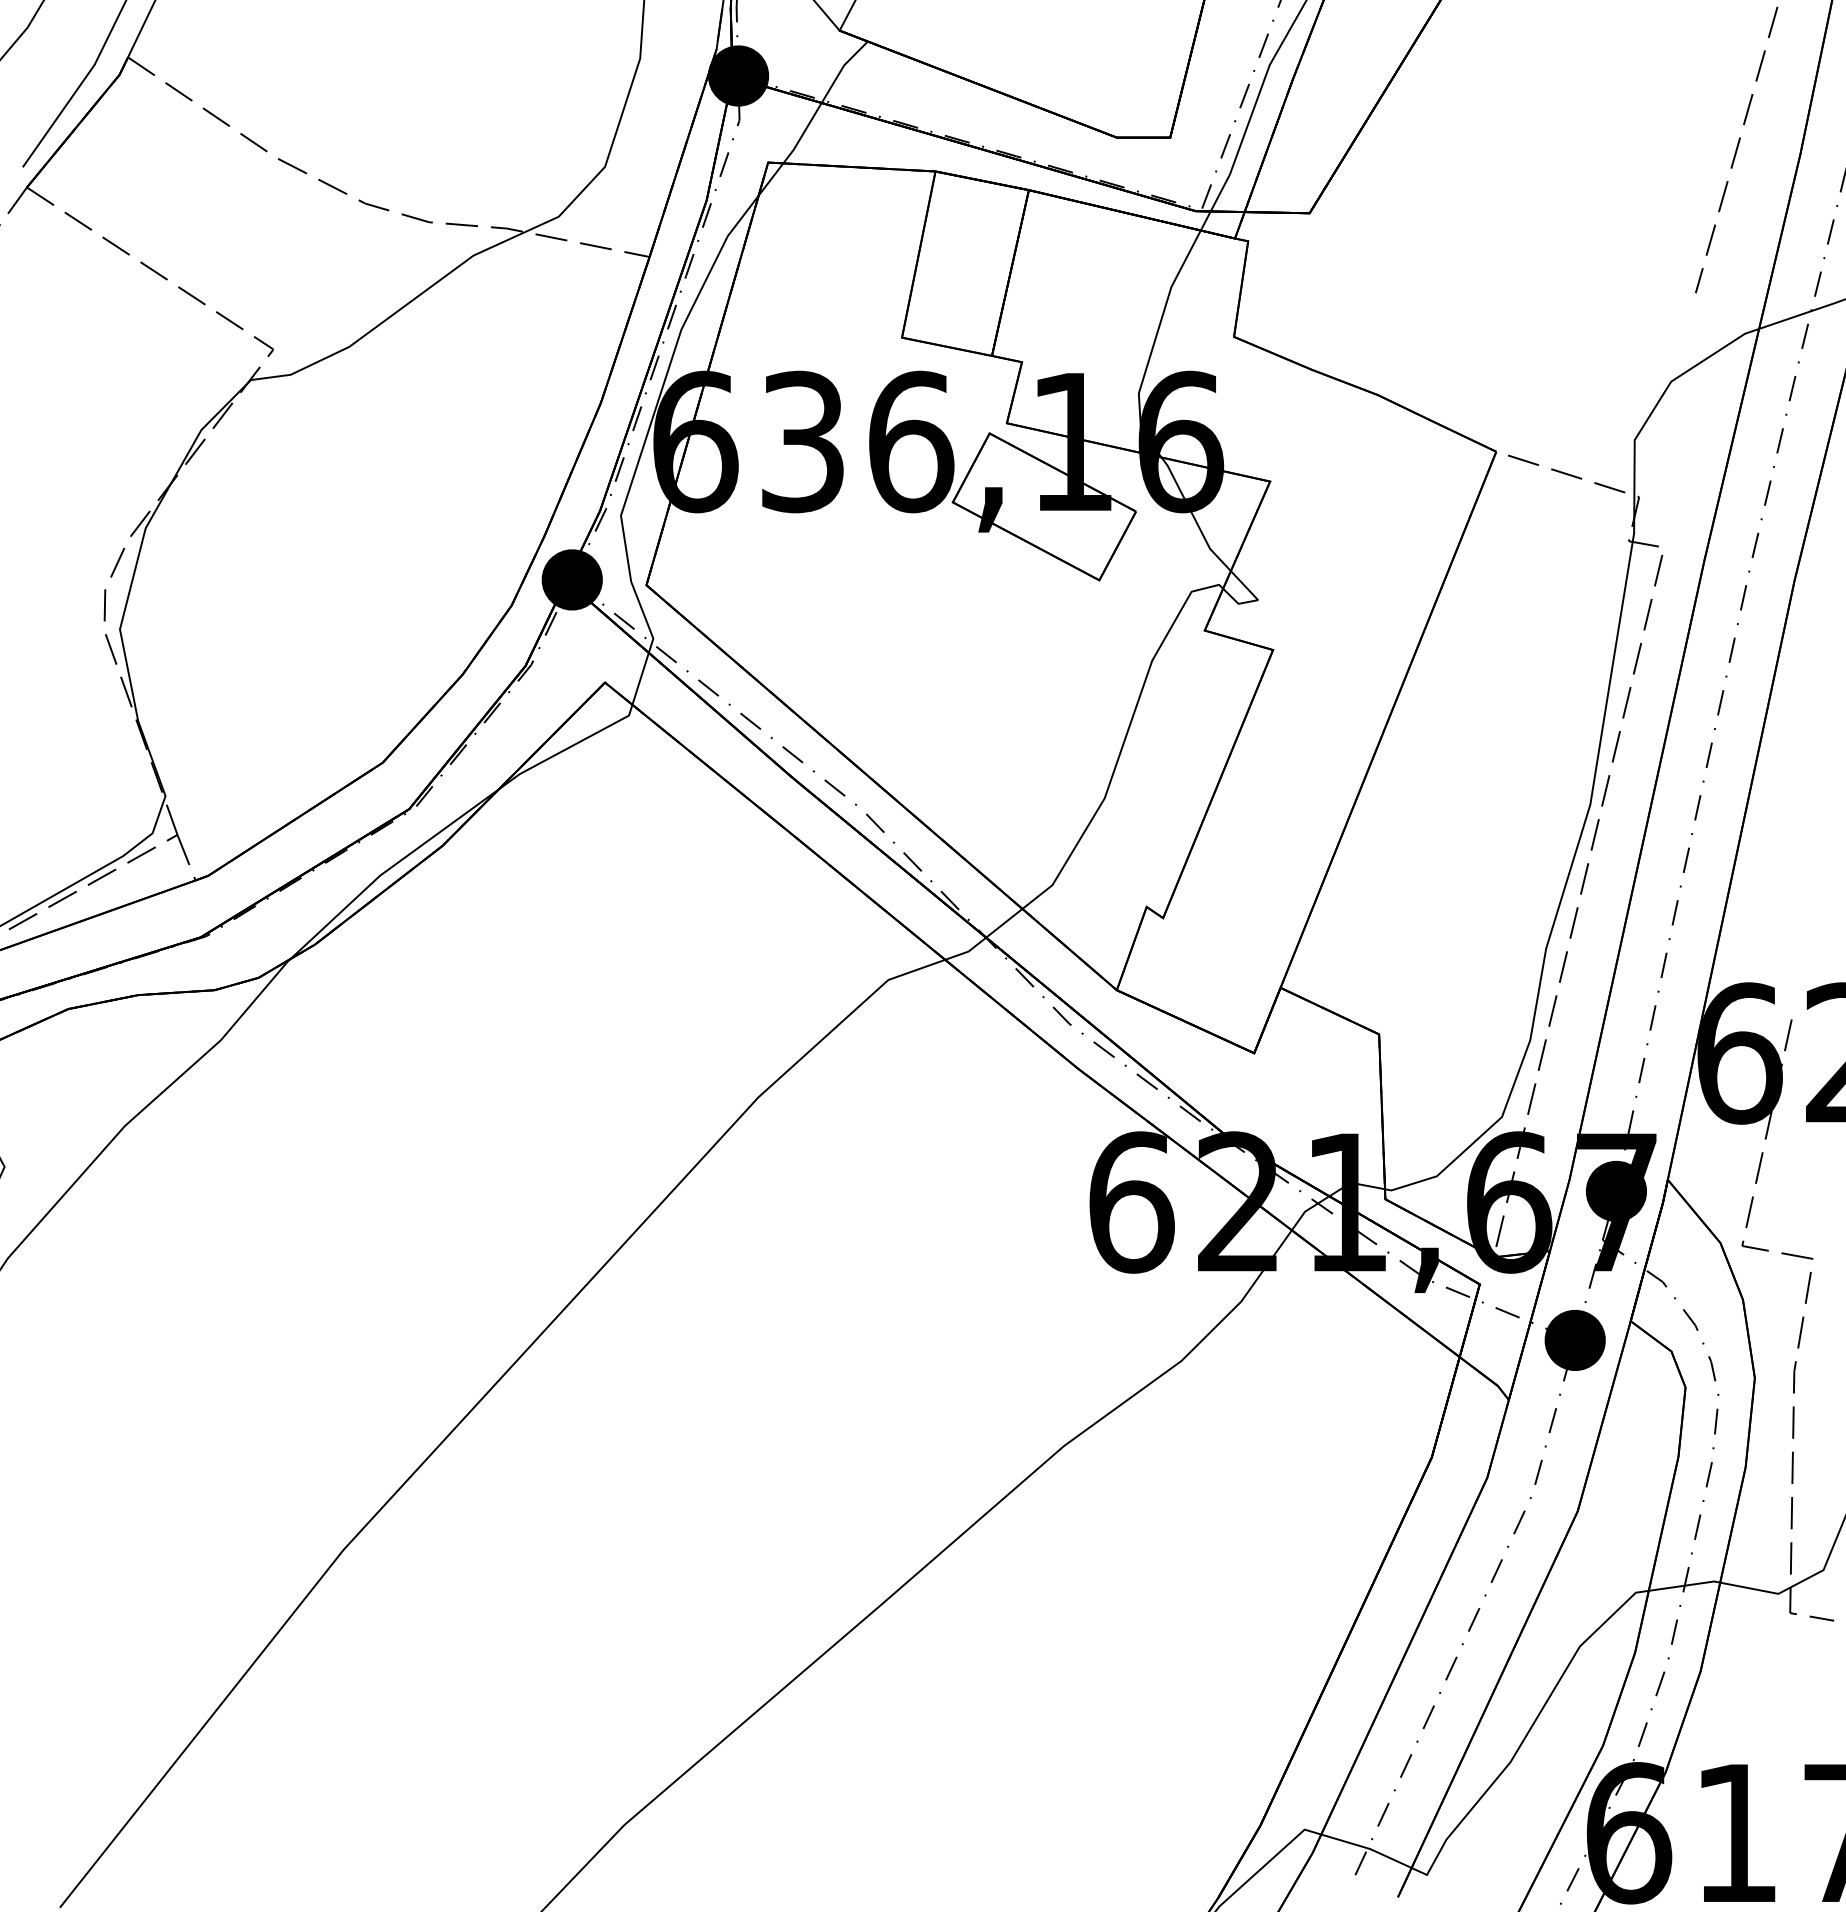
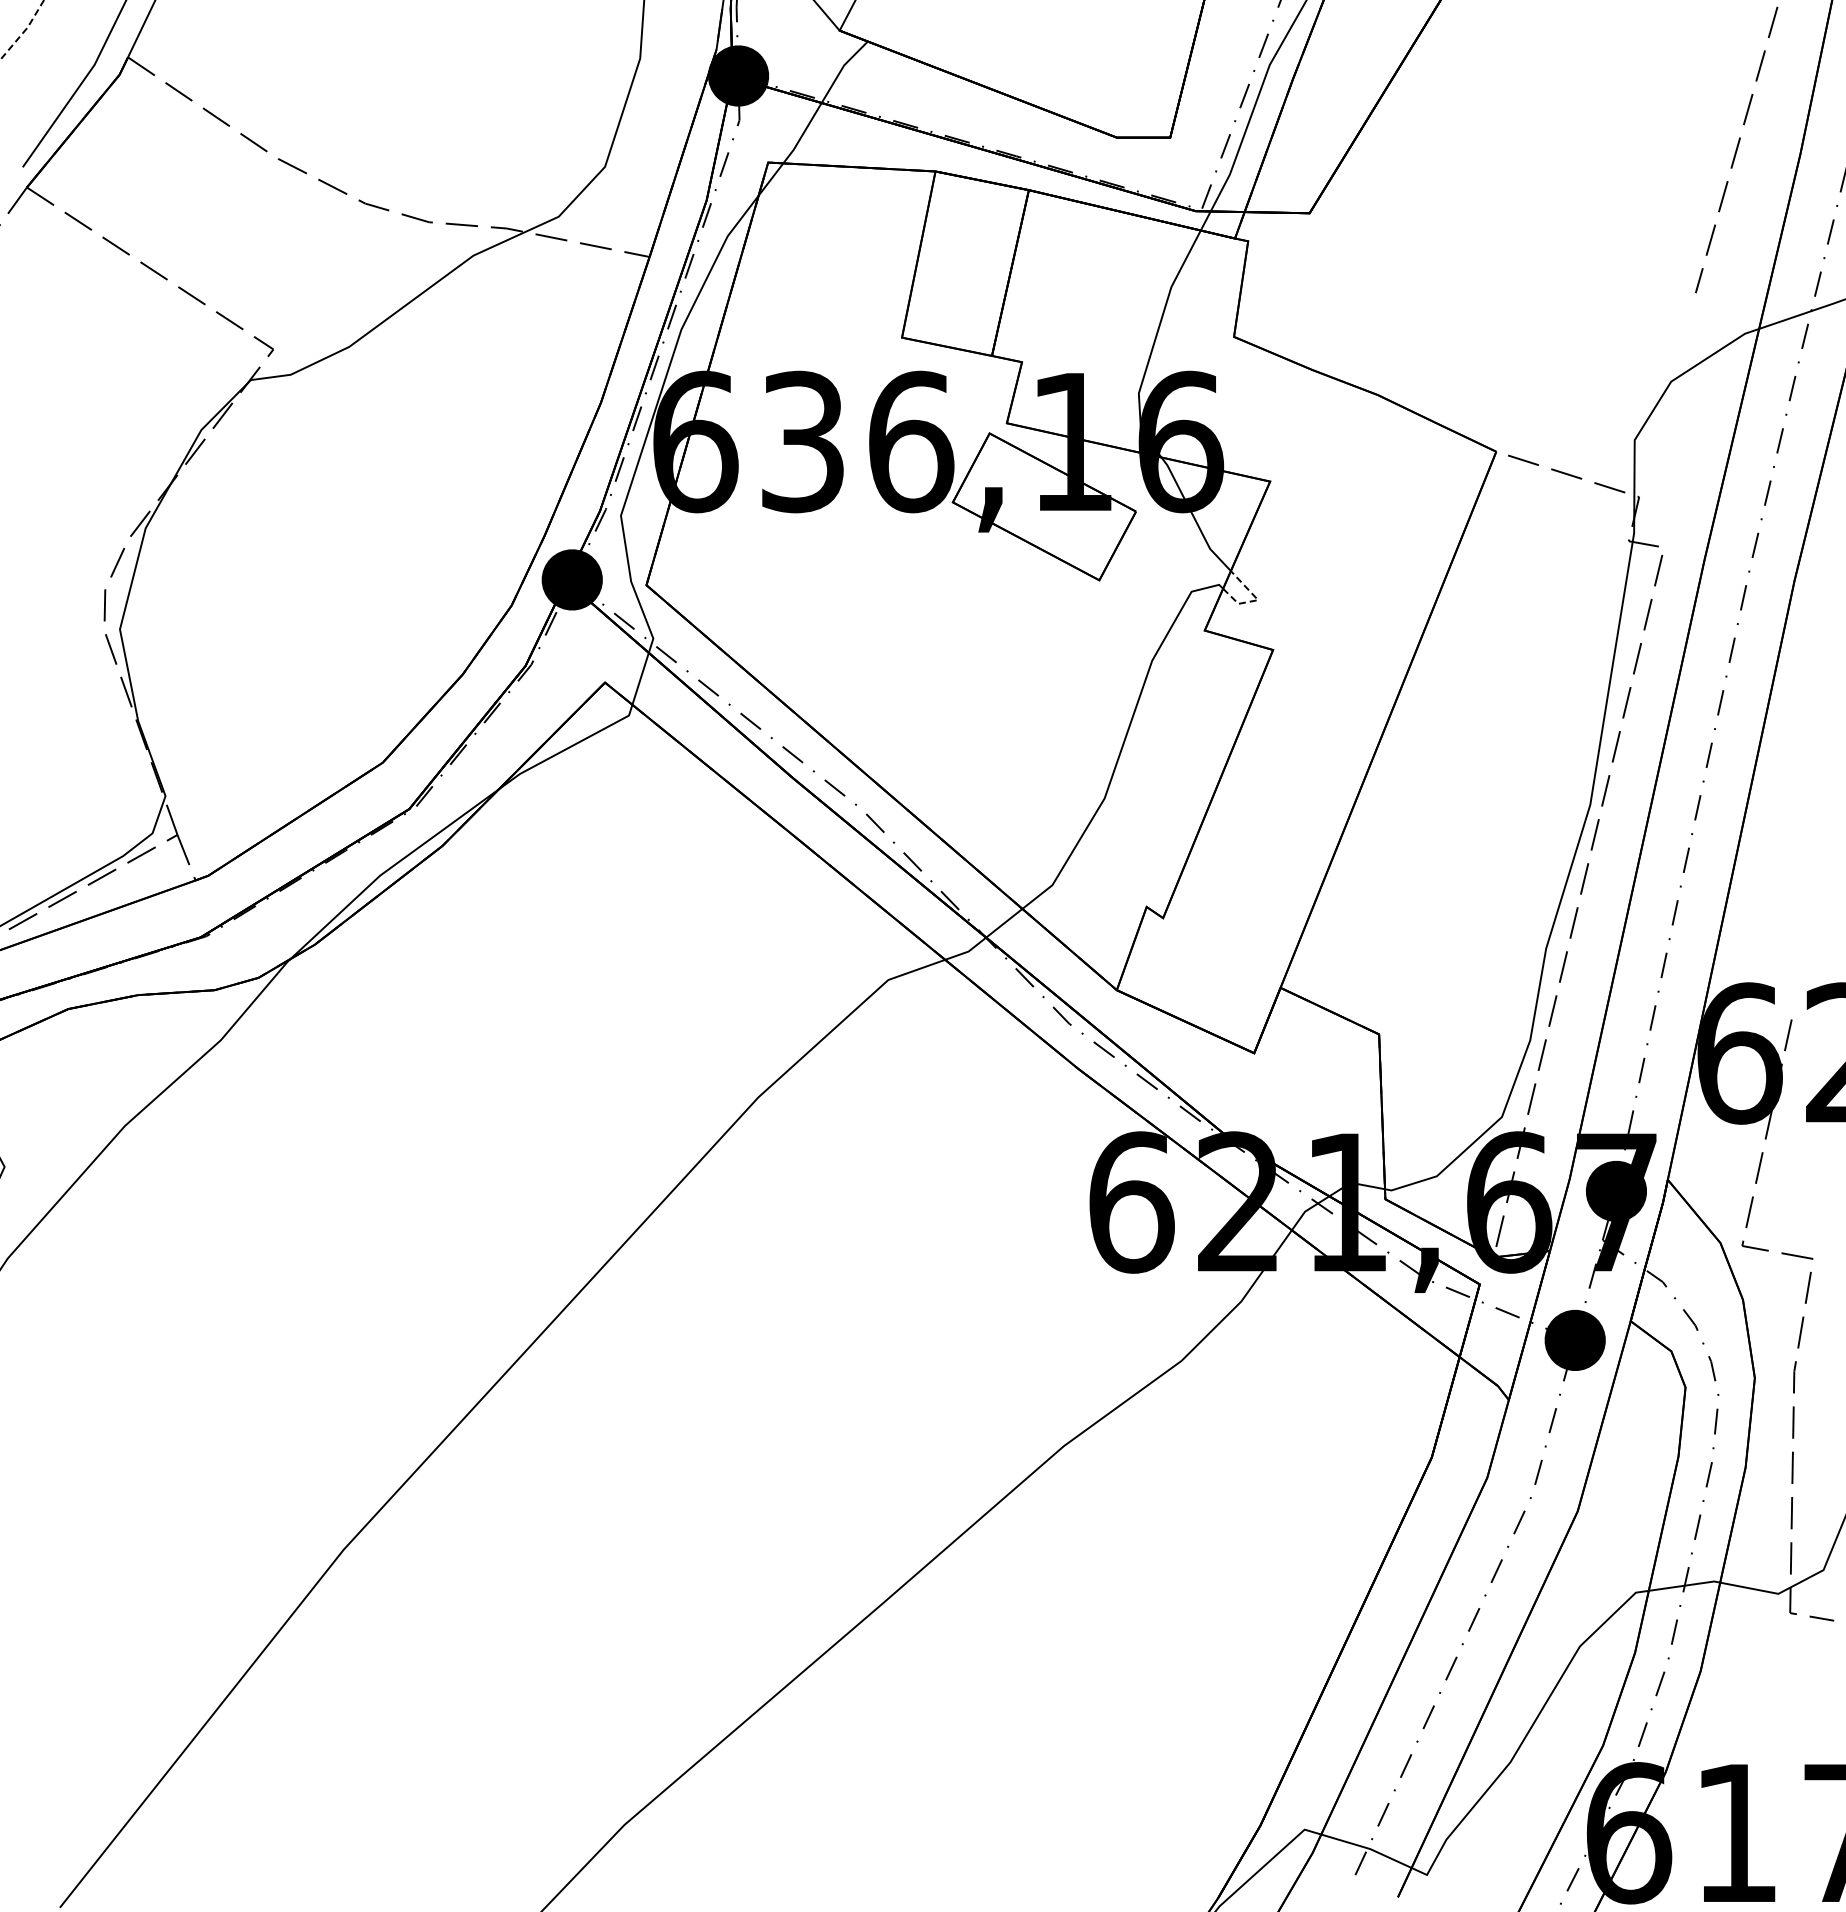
line at (25, 30): solid -> dashed
line at (1257, 600): solid -> dashed
